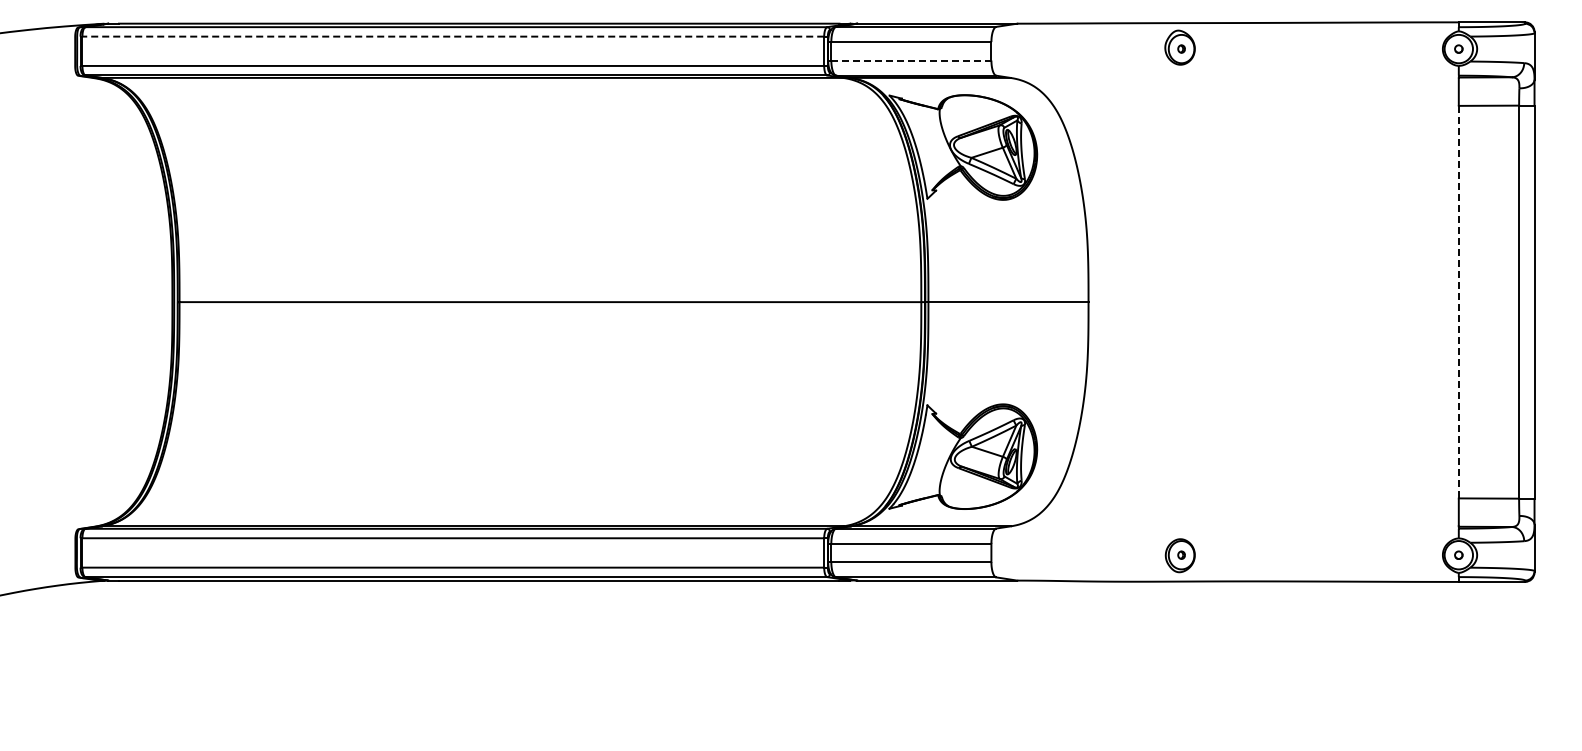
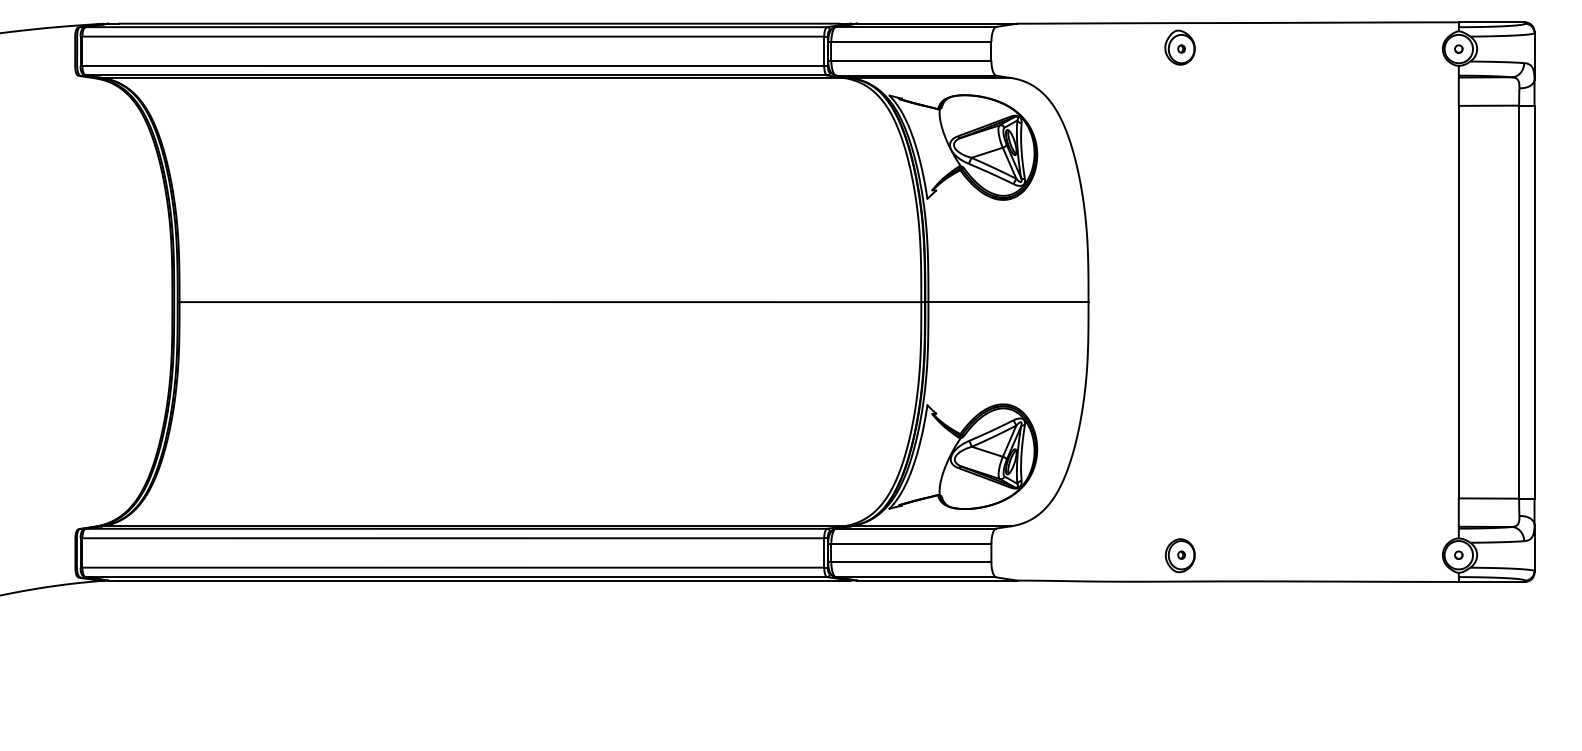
line at (453, 36): dashed -> solid
line at (911, 60): dashed -> solid
line at (1458, 302): dashed -> solid
